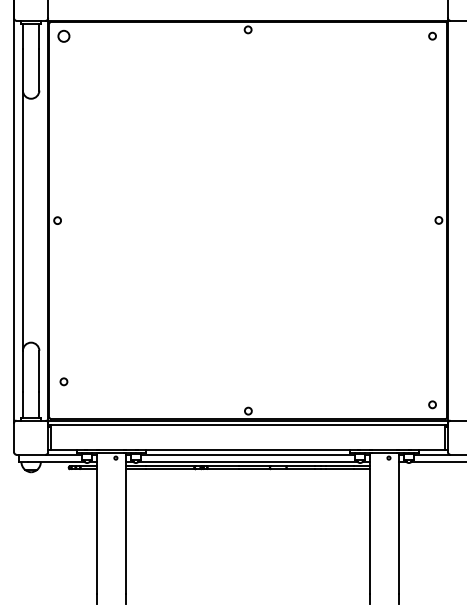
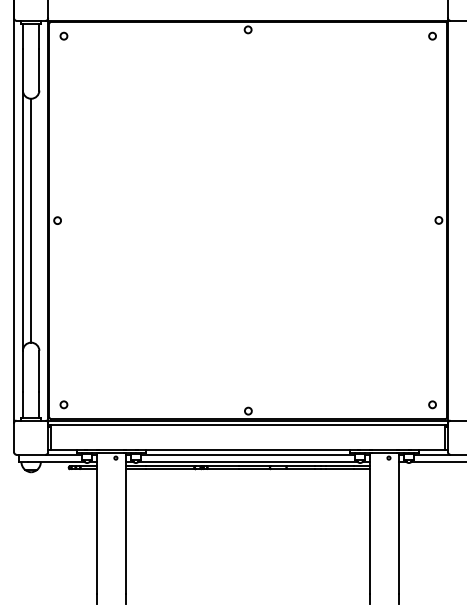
circle at (63, 36) size: 14x13 px -> 10x10 px
line at (31, 220): none -> present
circle at (63, 381) position: (63, 381) -> (63, 404)
